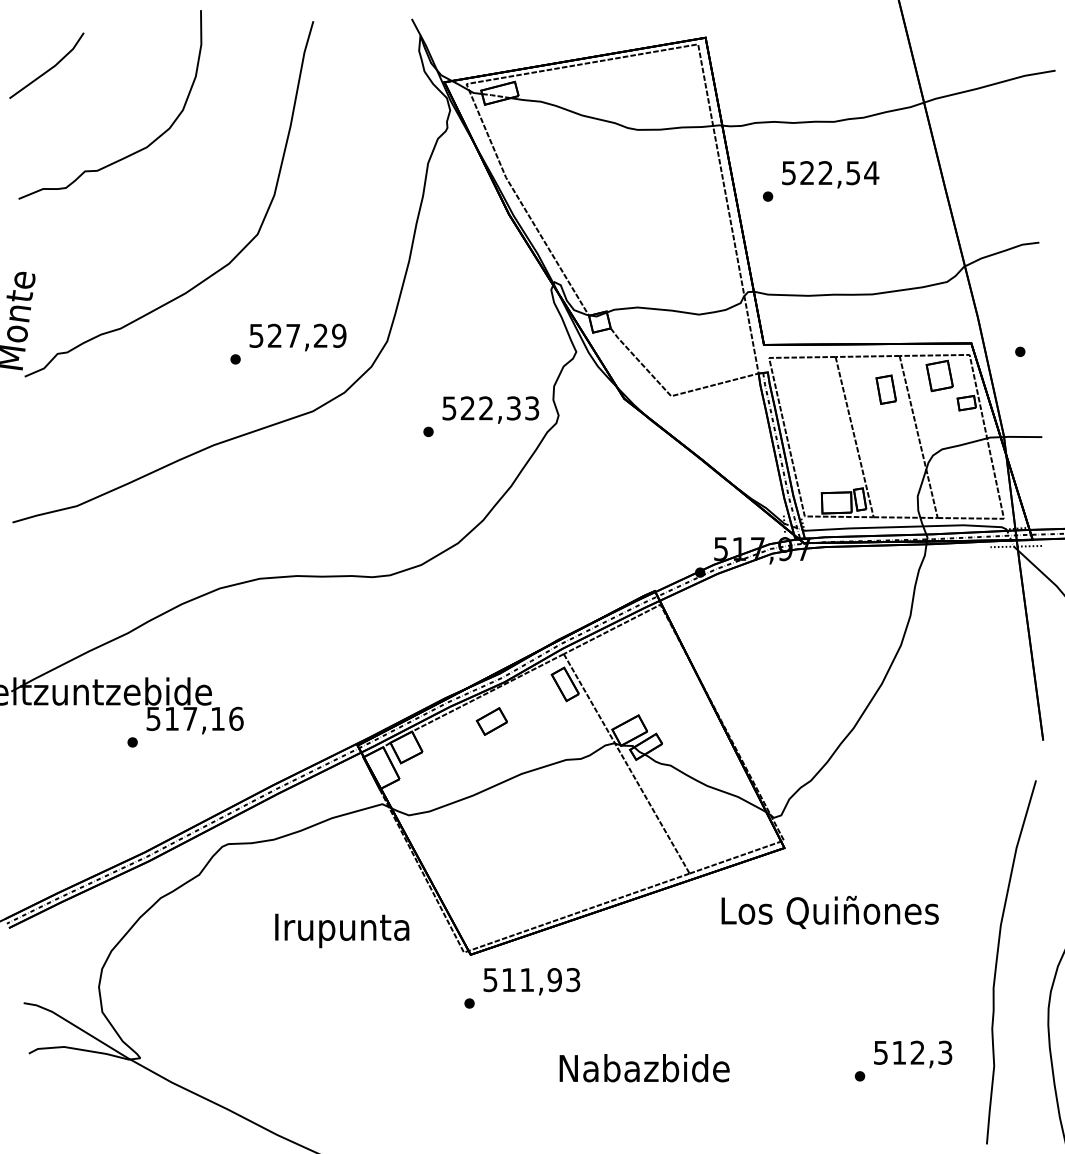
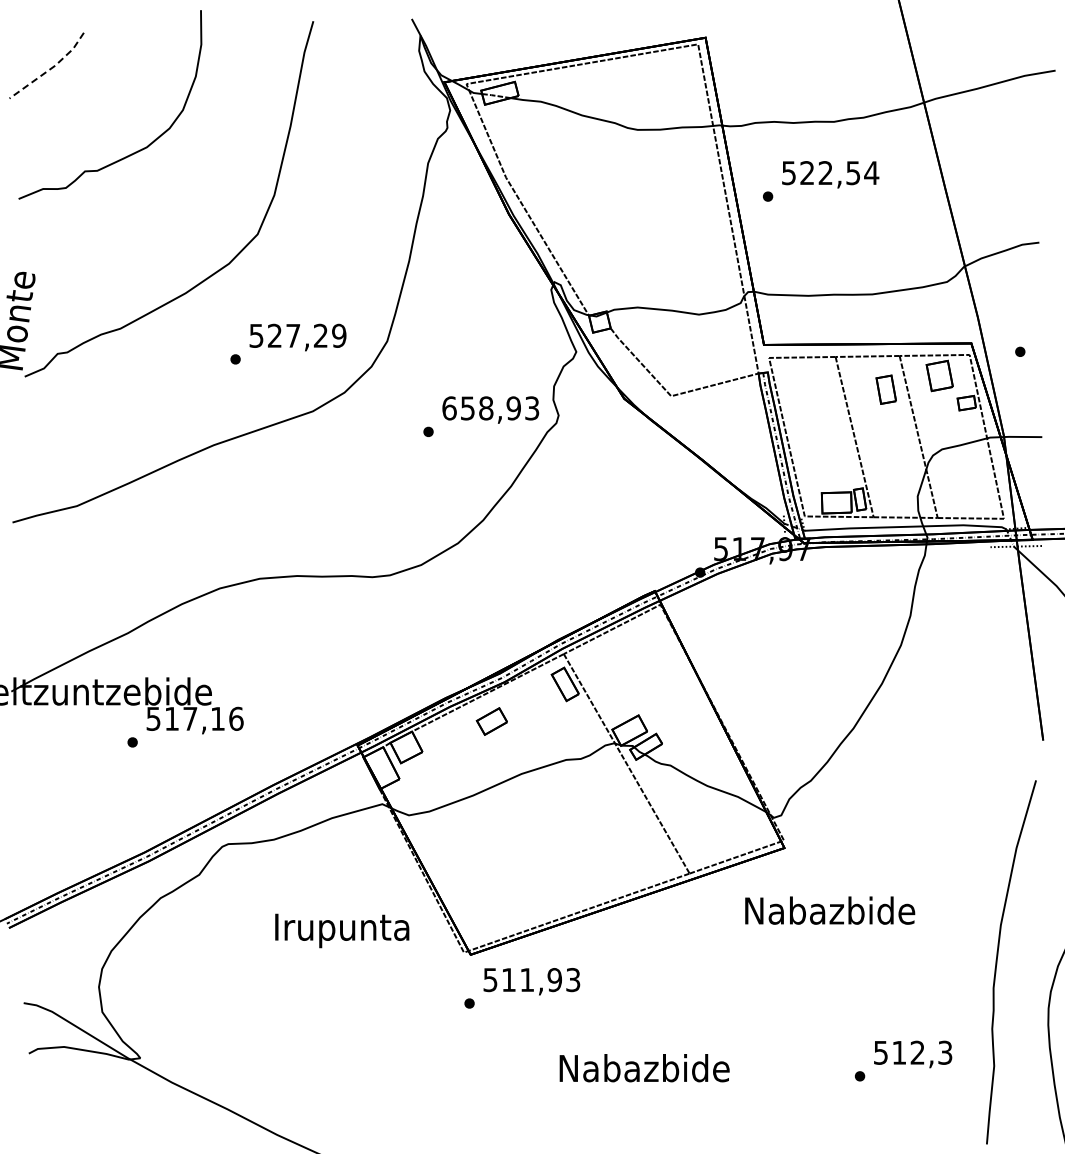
line at (51, 68): solid -> dashed
text at (481, 408): 522,33 -> 658,93
text at (829, 912): Los Quiñones -> Nabazbide
